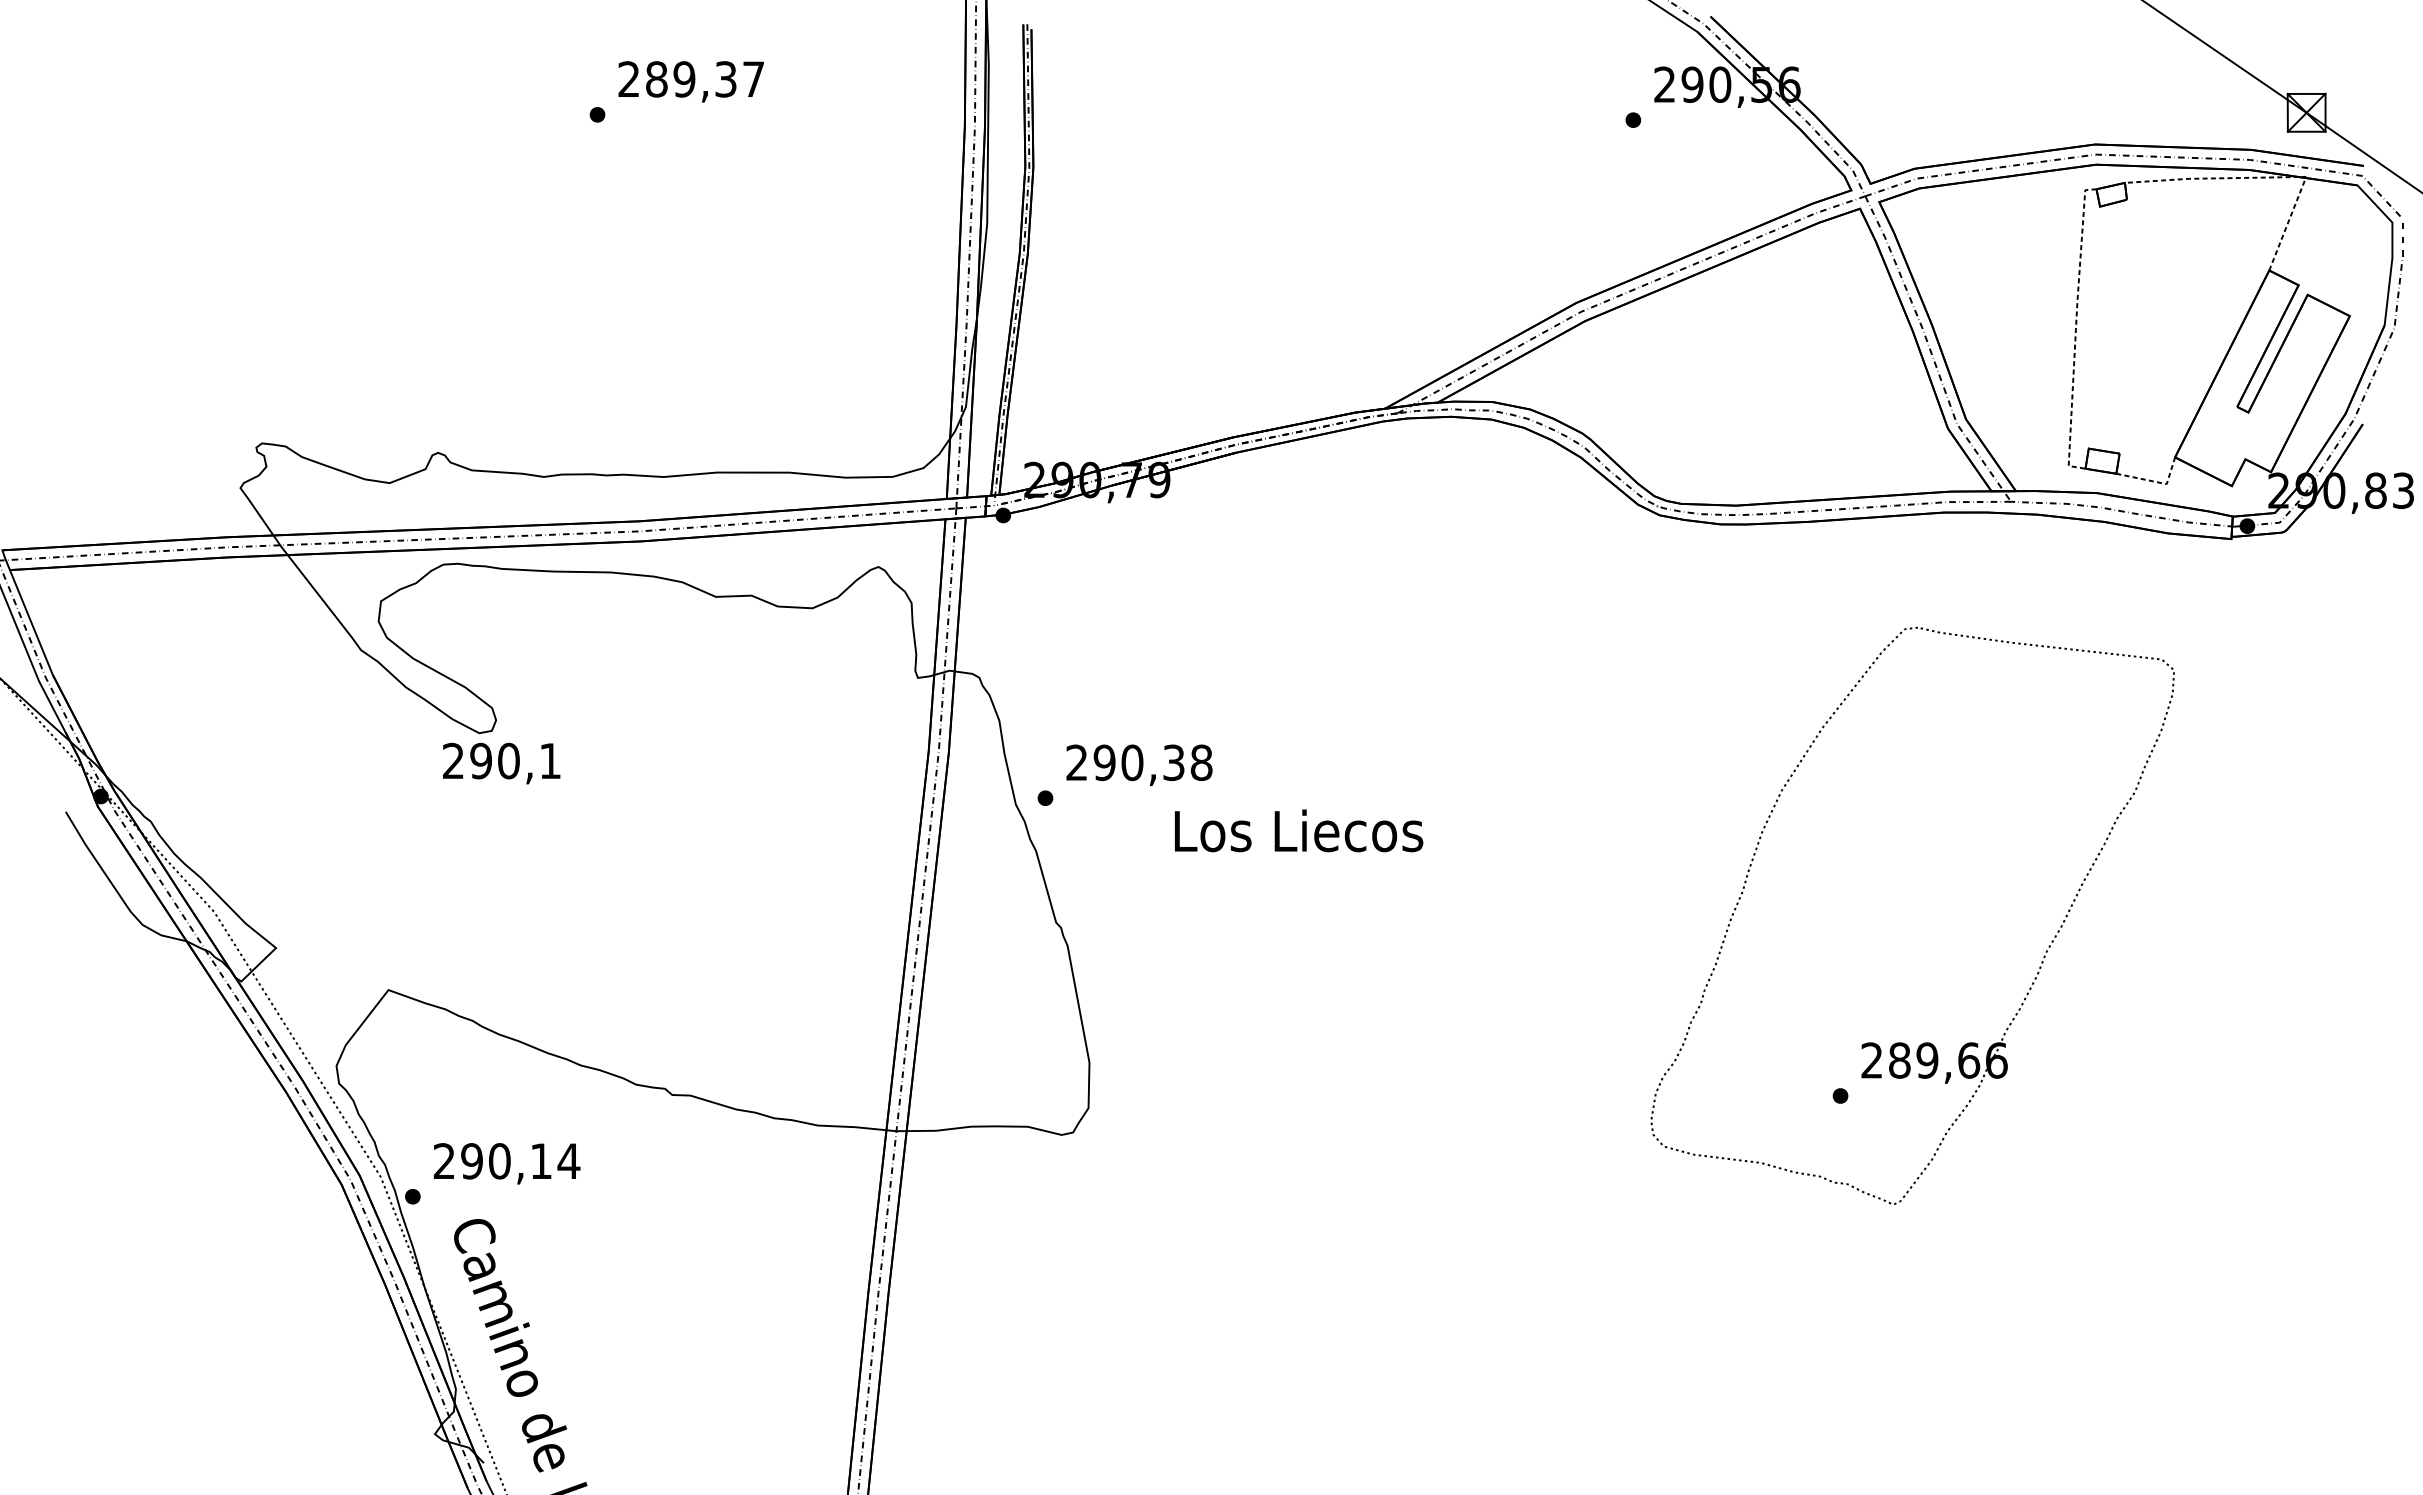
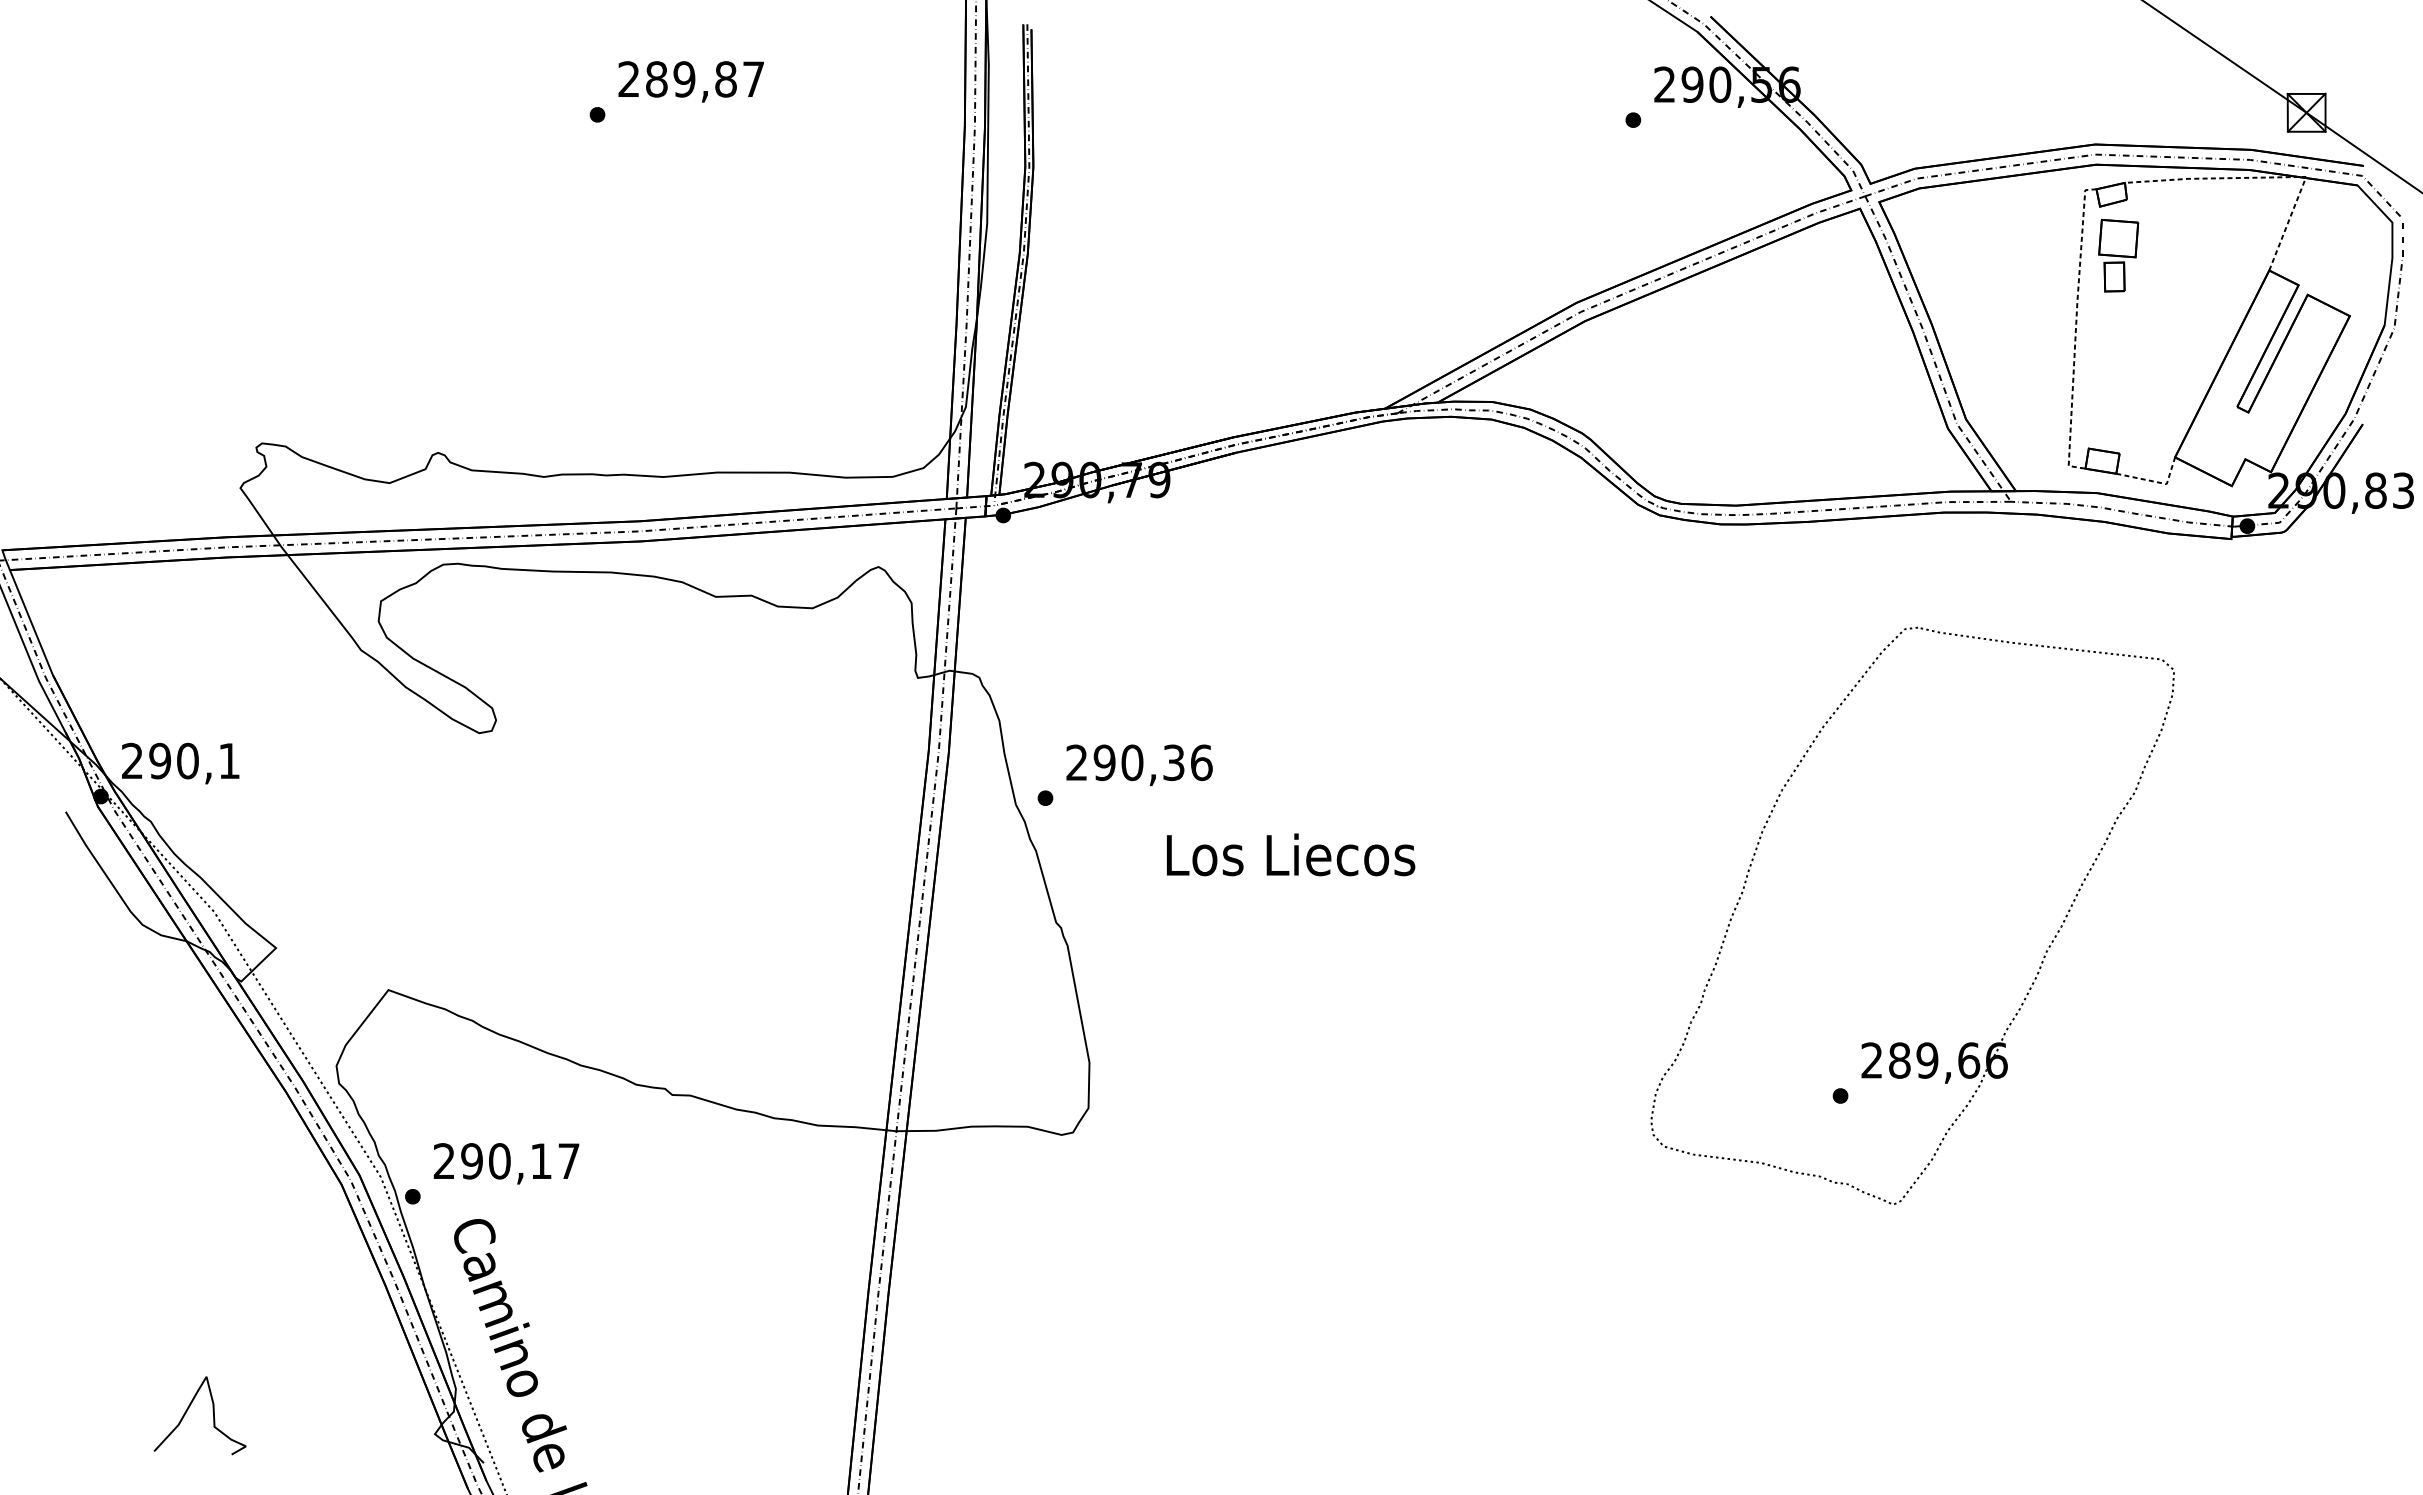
text at (725, 79): 289,37 -> 289,87
part at (2118, 255): none -> present
text at (1201, 762): 290,38 -> 290,36
text at (501, 763) position: (501, 763) -> (180, 763)
text at (1299, 830) position: (1299, 830) -> (1291, 854)
text at (568, 1160): 290,14 -> 290,17
curve at (189, 1408): none -> present
